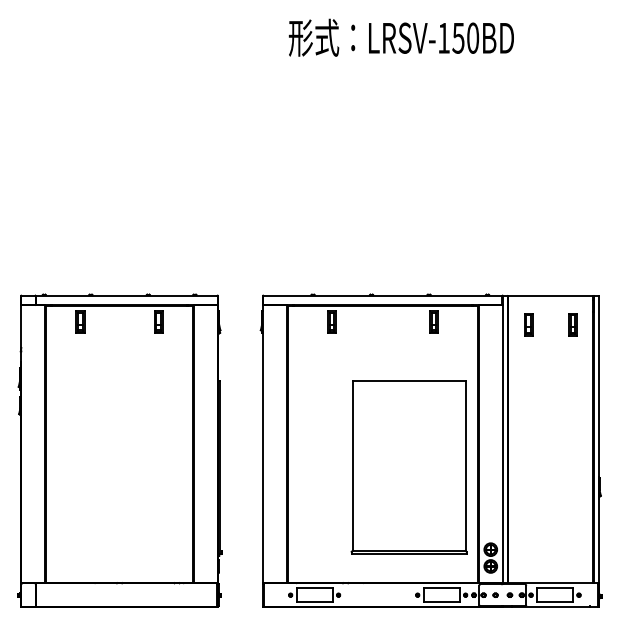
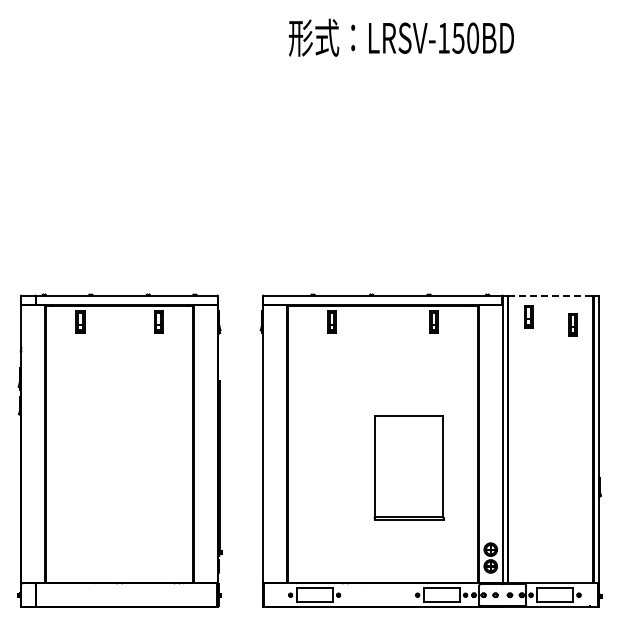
line at (550, 295): solid -> dashed
part at (528, 324) position: (528, 324) -> (528, 316)
part at (408, 467) size: 118x175 px -> 72x106 px
